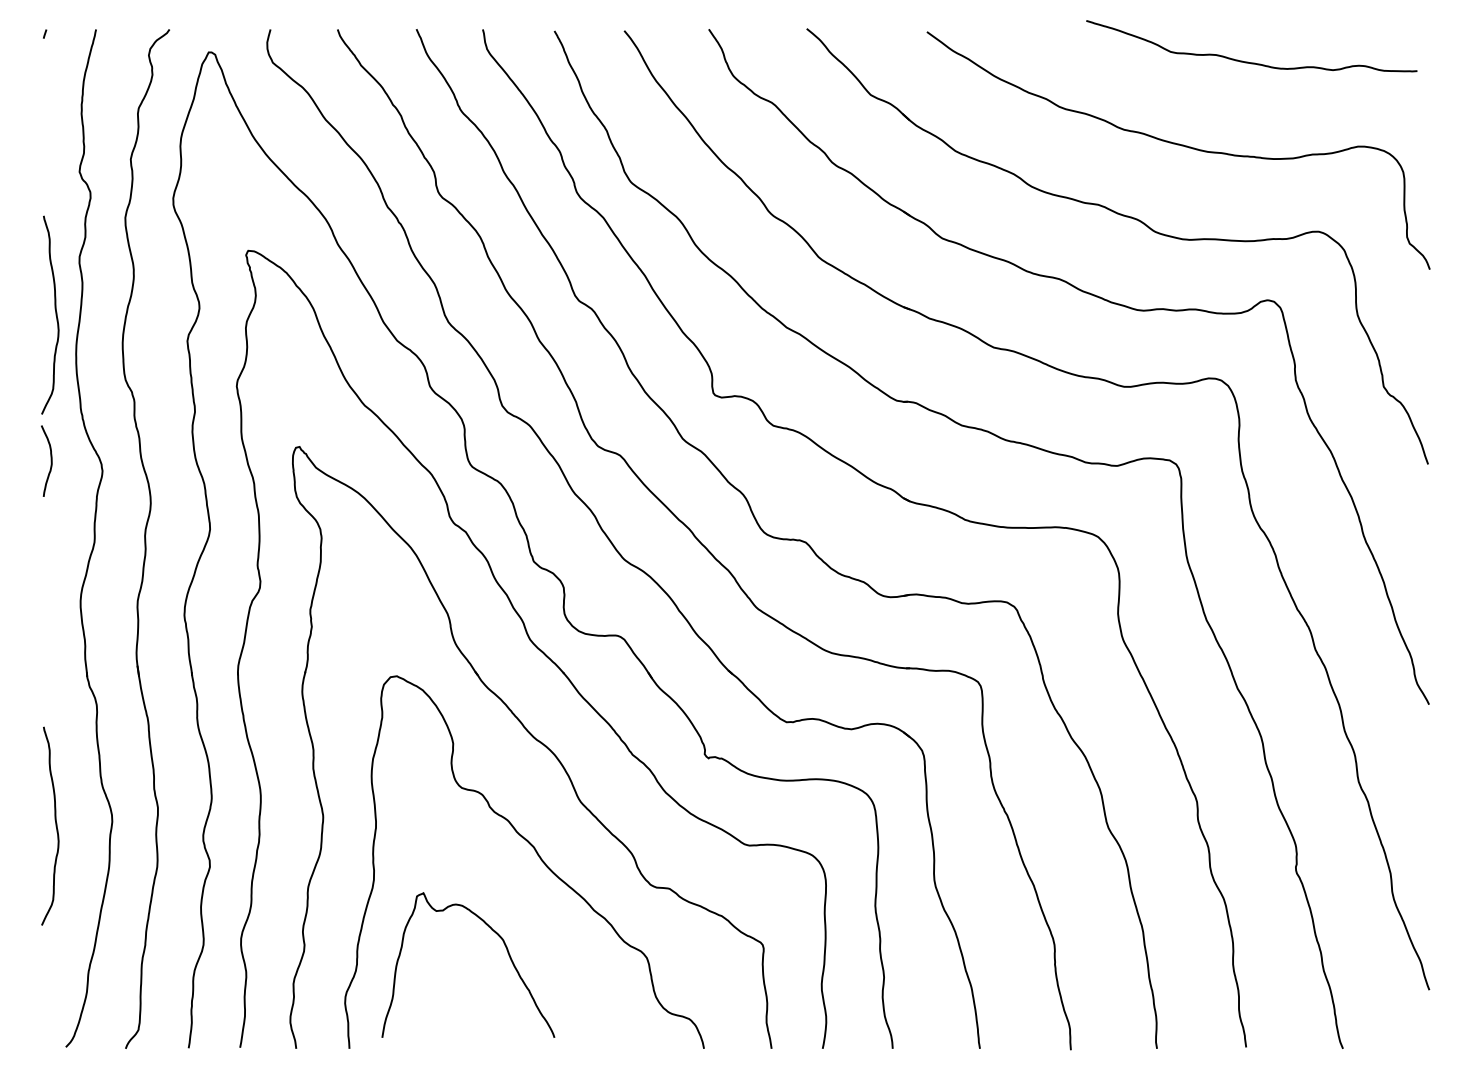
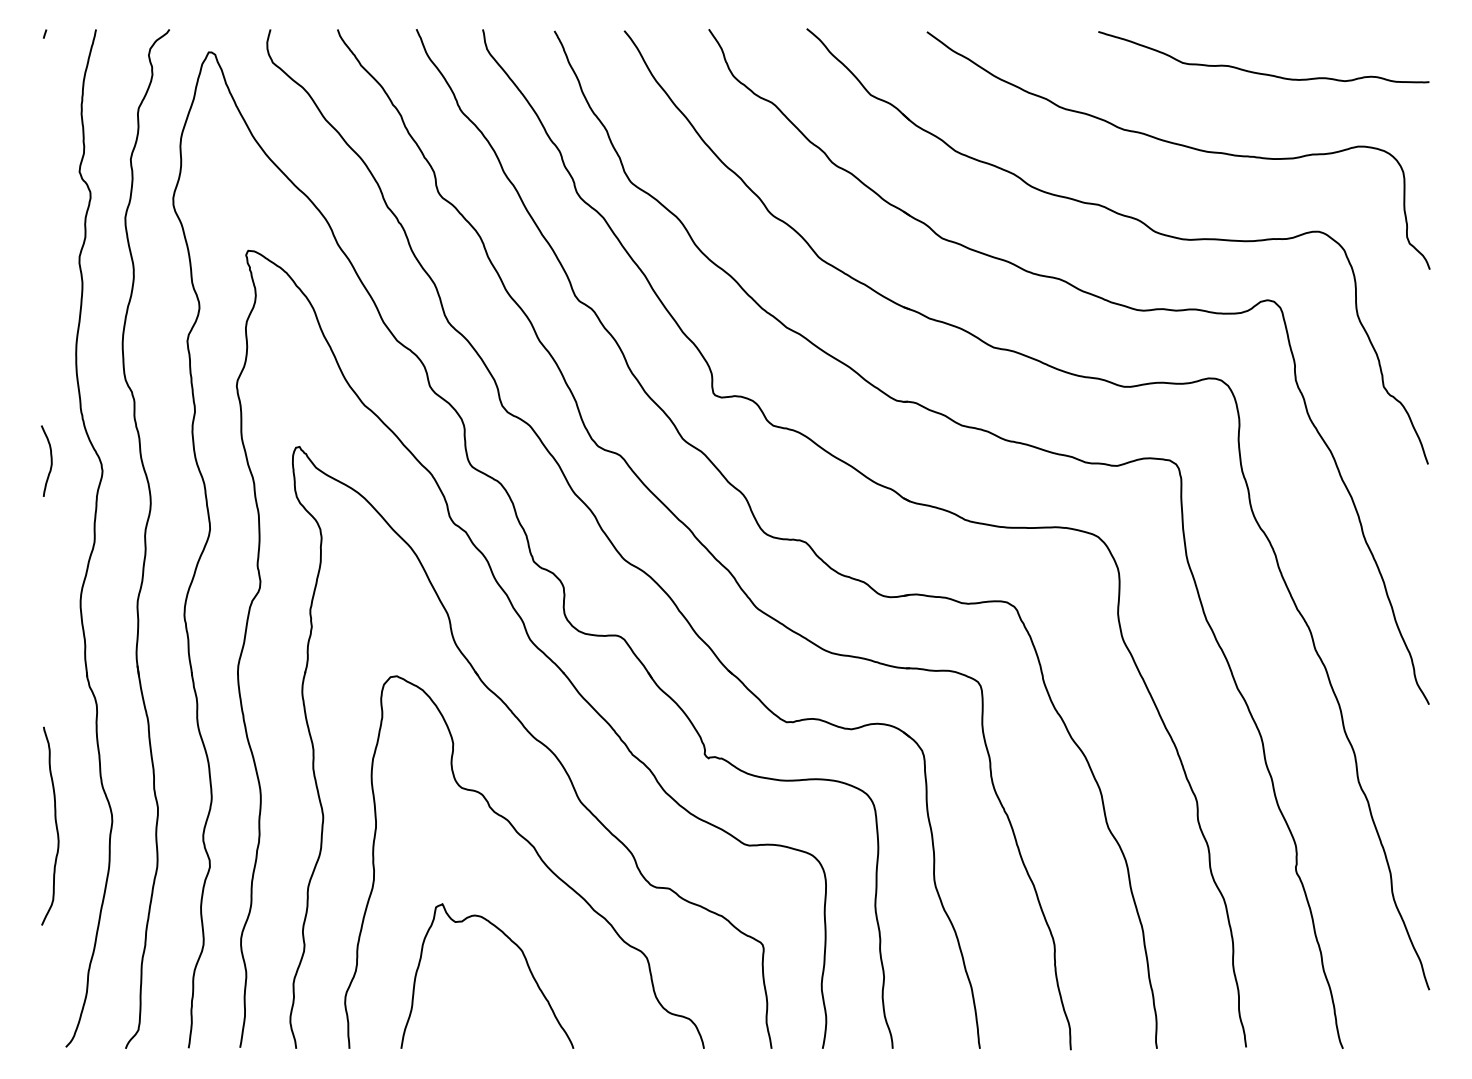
curve at (1248, 61) position: (1248, 61) -> (1260, 72)
curve at (55, 314): present -> none
curve at (506, 950) position: (506, 950) -> (525, 961)
